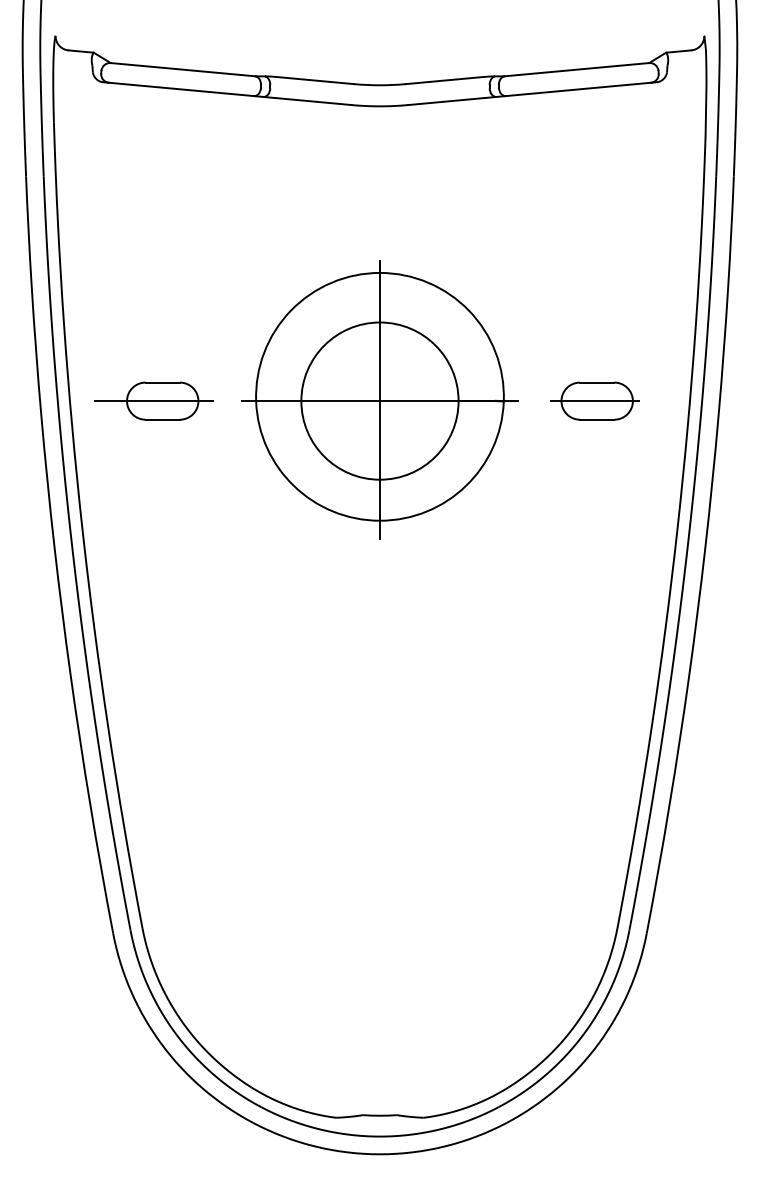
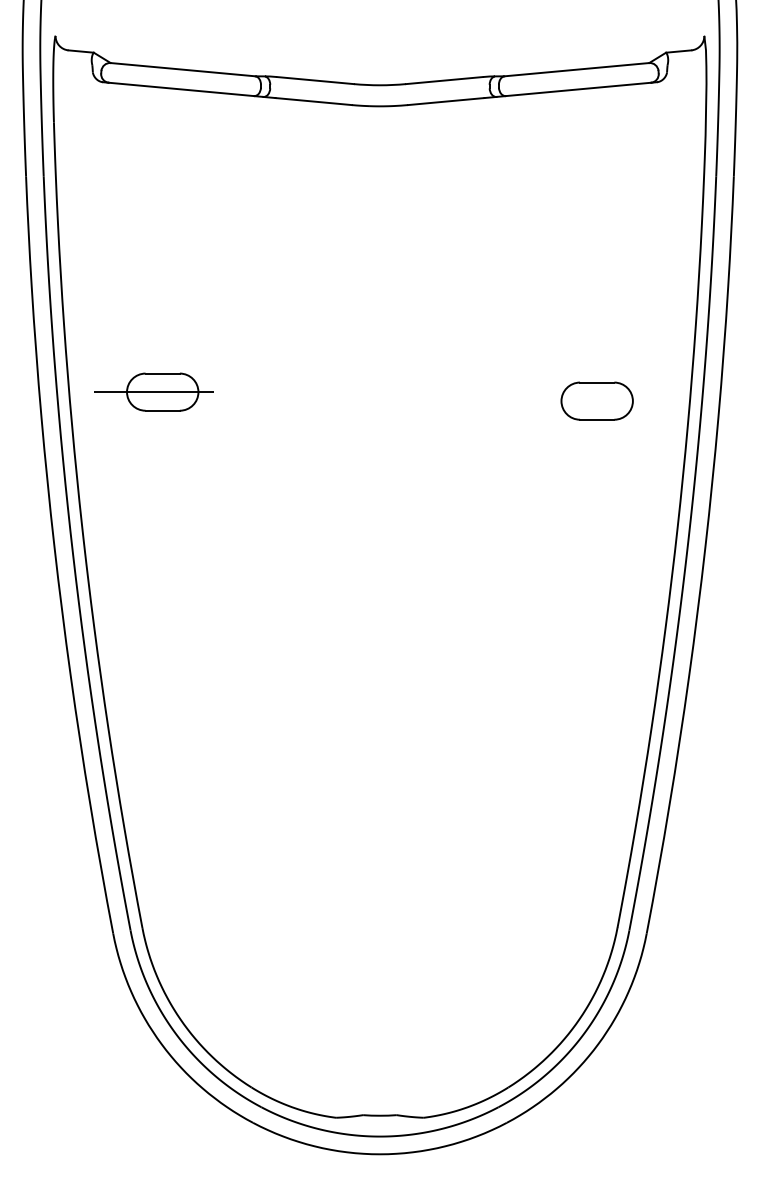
part at (379, 399): present -> none
part at (153, 400) position: (153, 400) -> (153, 391)
line at (595, 401): present -> none
